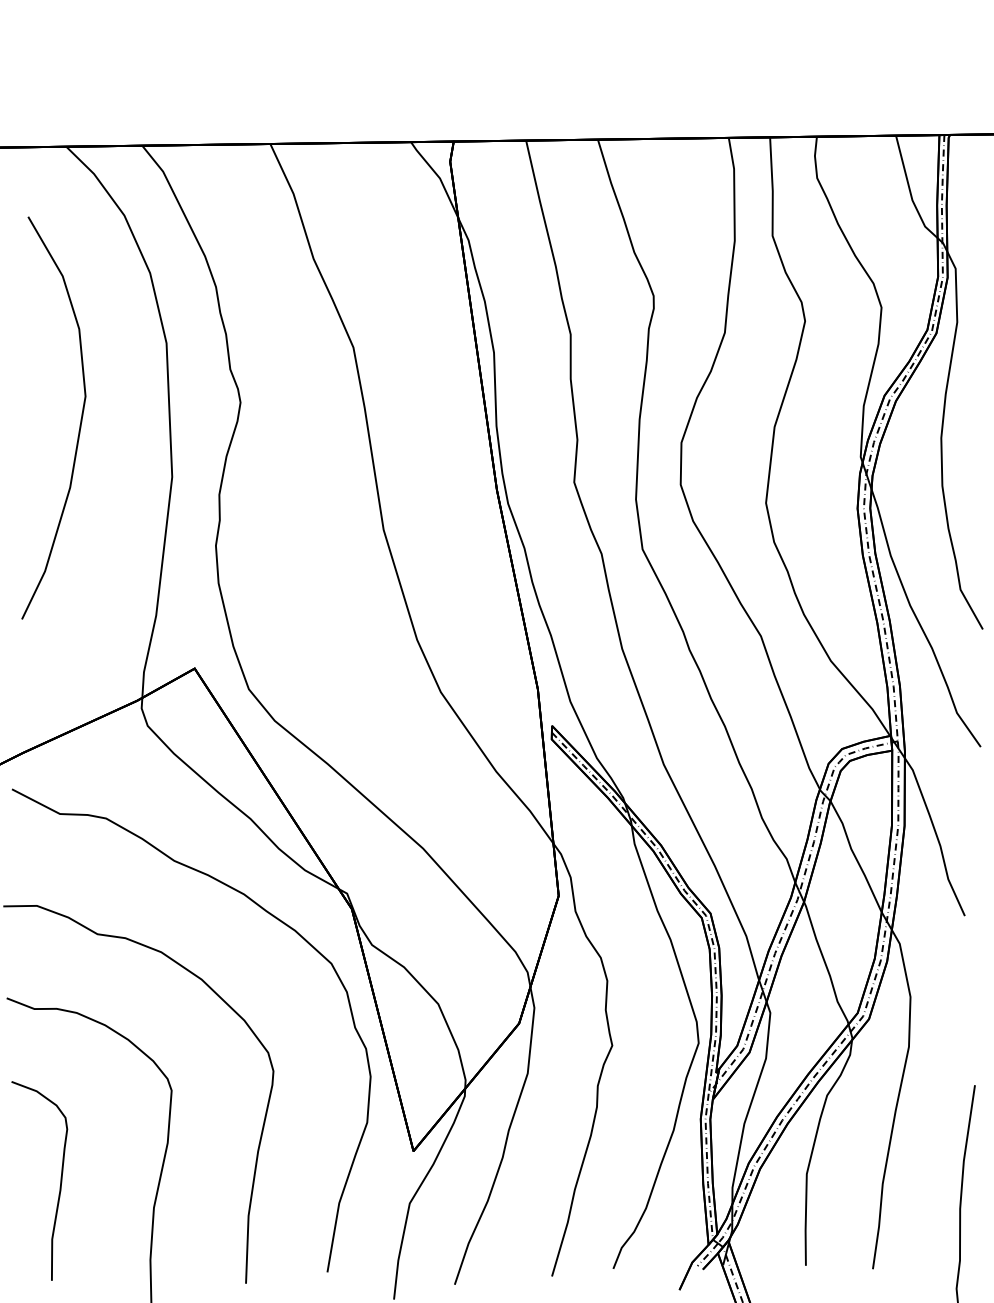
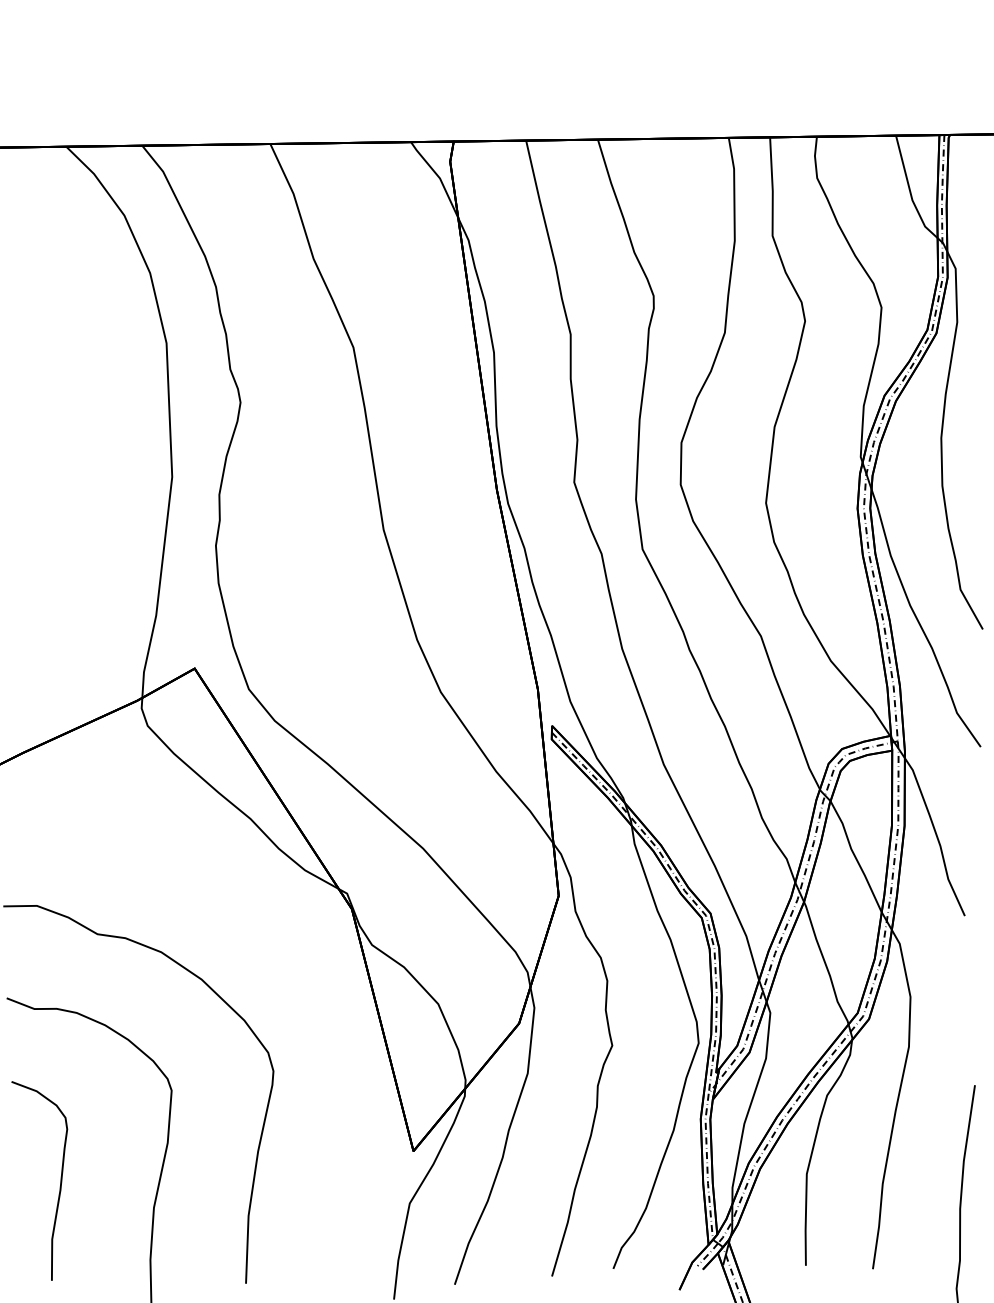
curve at (79, 424): present -> none
curve at (270, 915): present -> none
